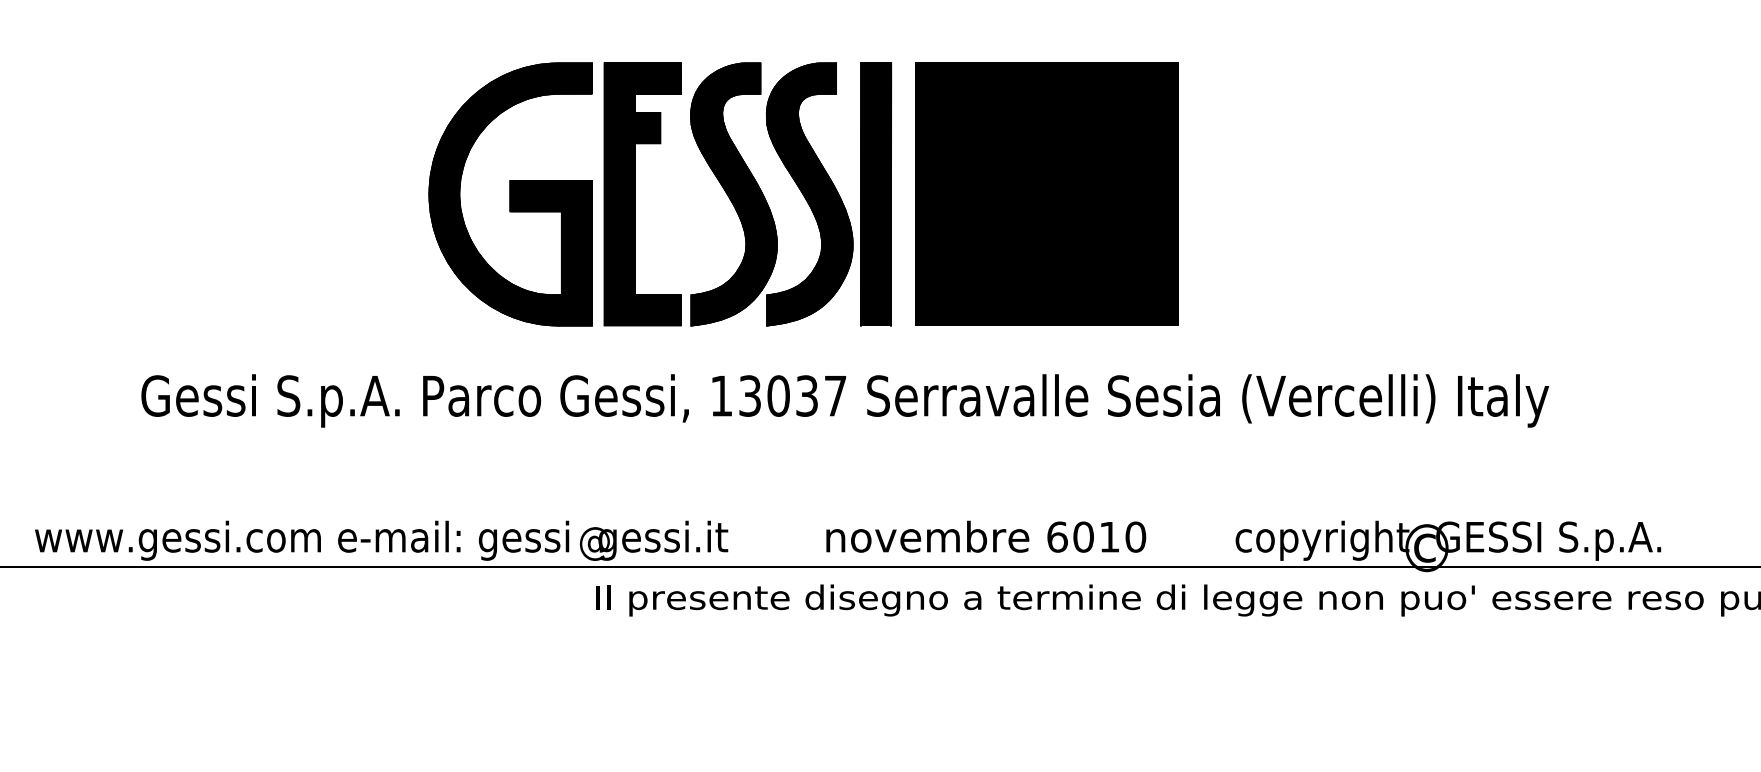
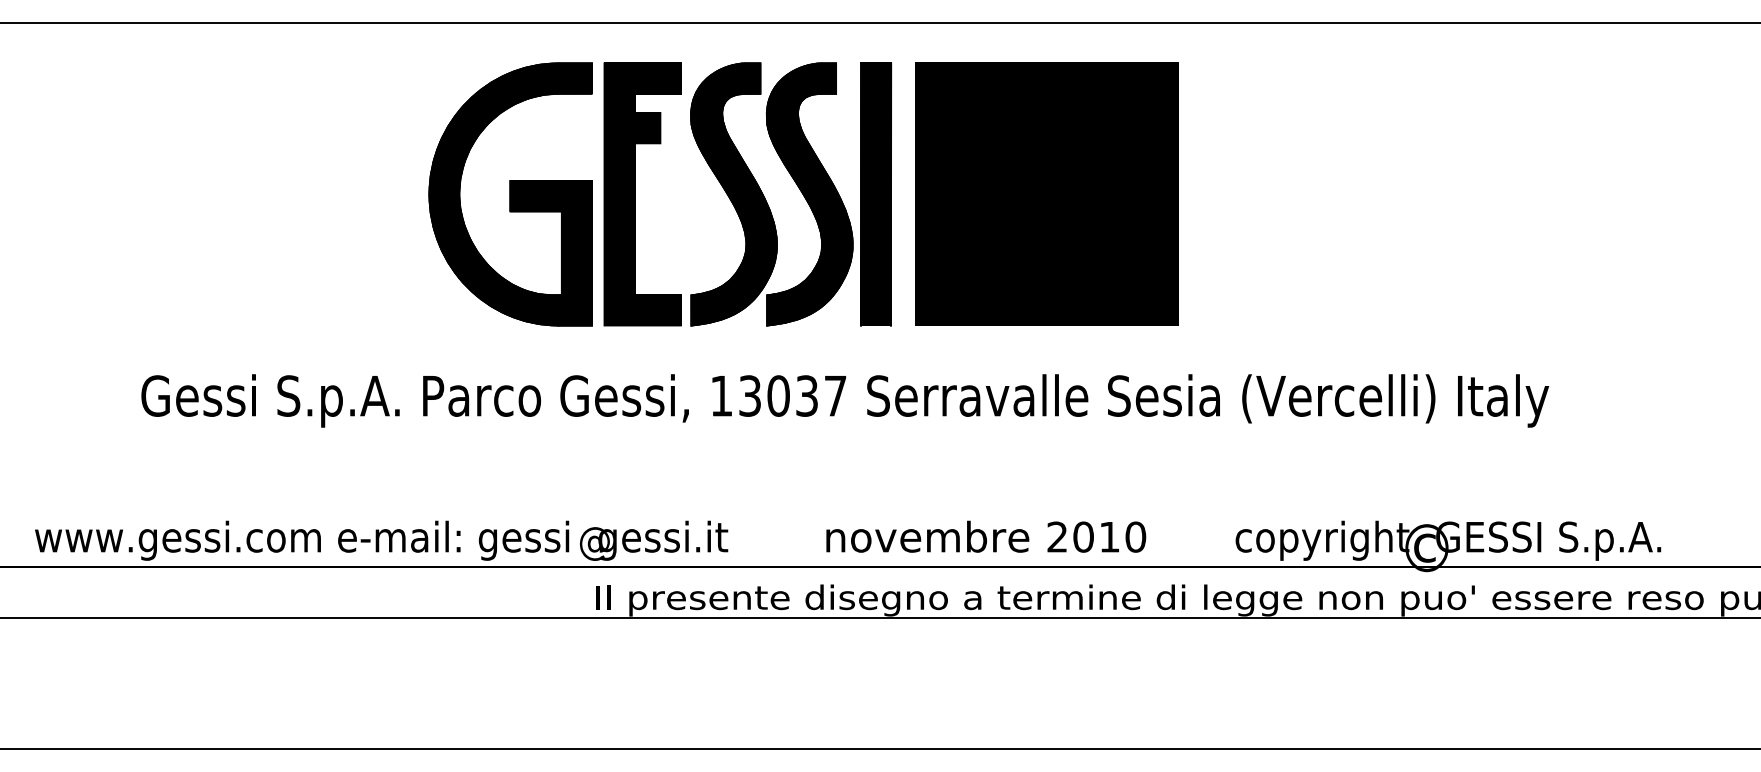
line at (879, 23): none -> present
text at (1057, 536): 6010 -> 2010
line at (879, 617): none -> present
line at (879, 748): none -> present
